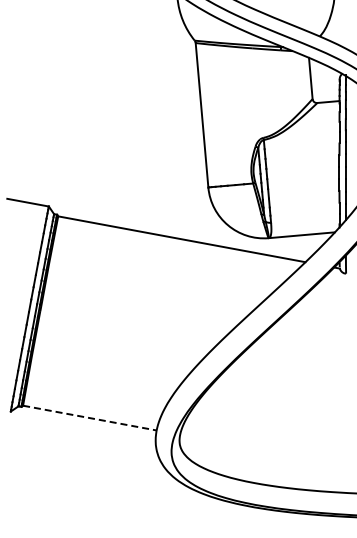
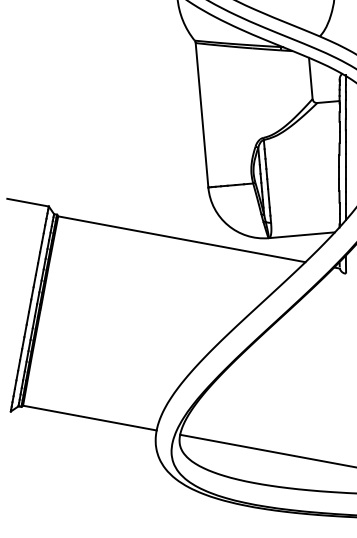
line at (89, 418): dashed -> solid
line at (266, 450): none -> present
